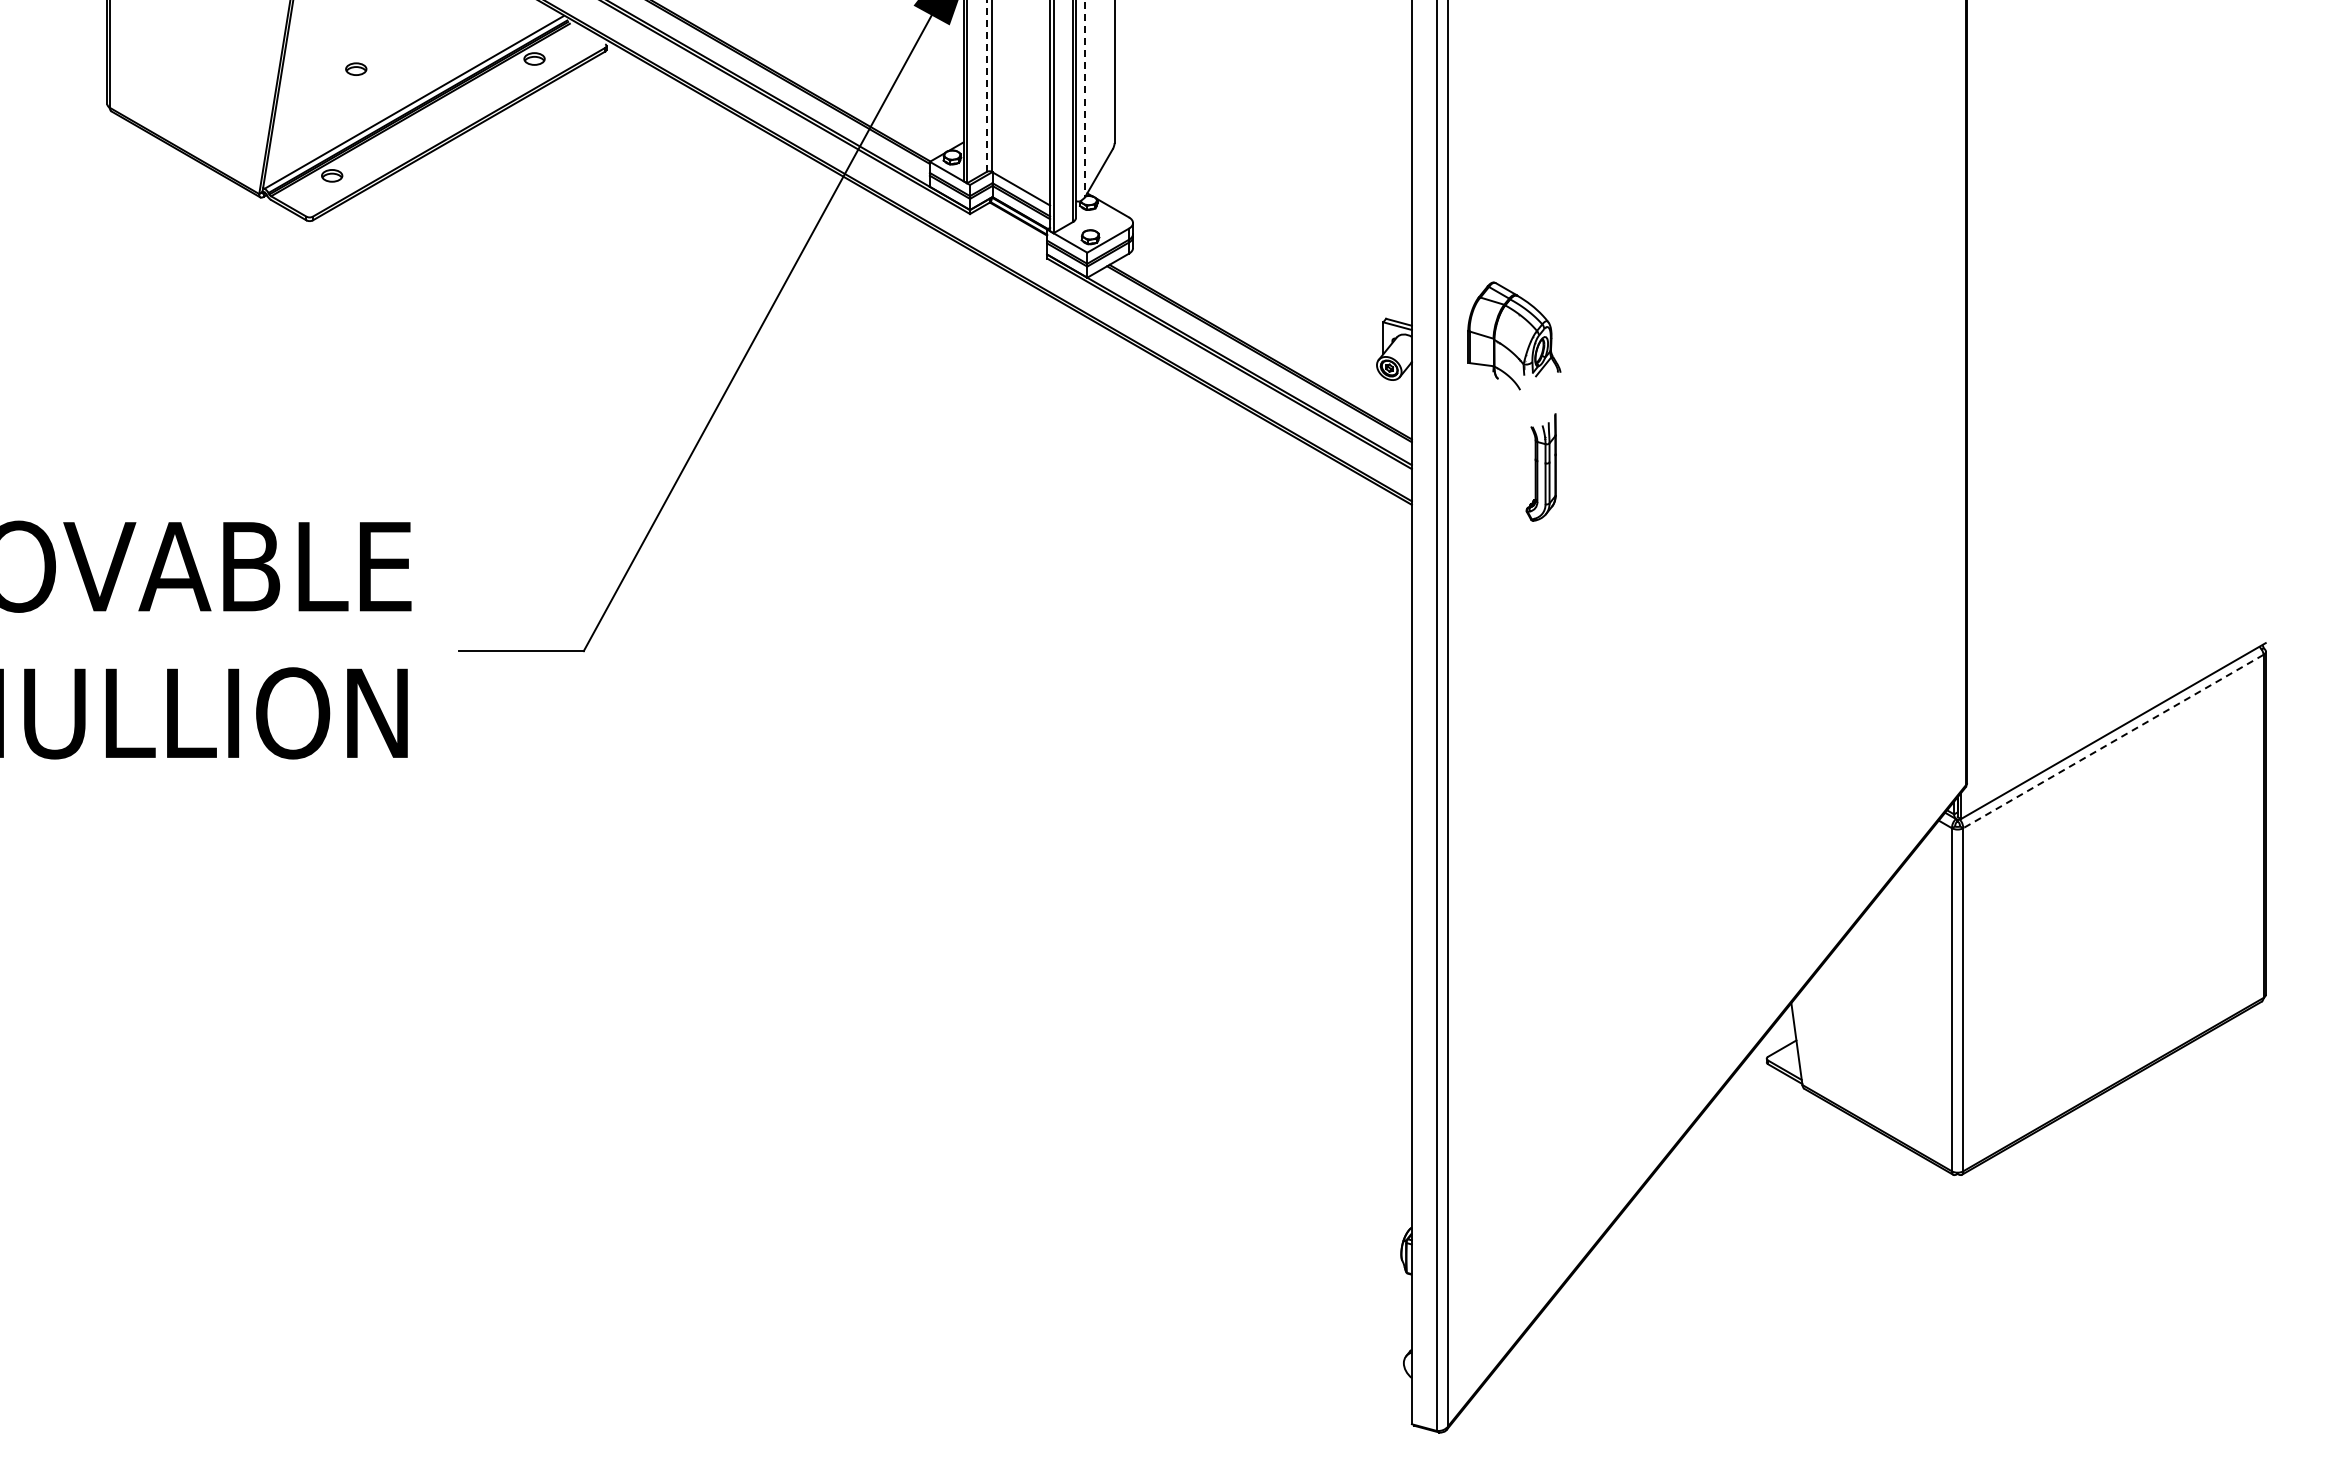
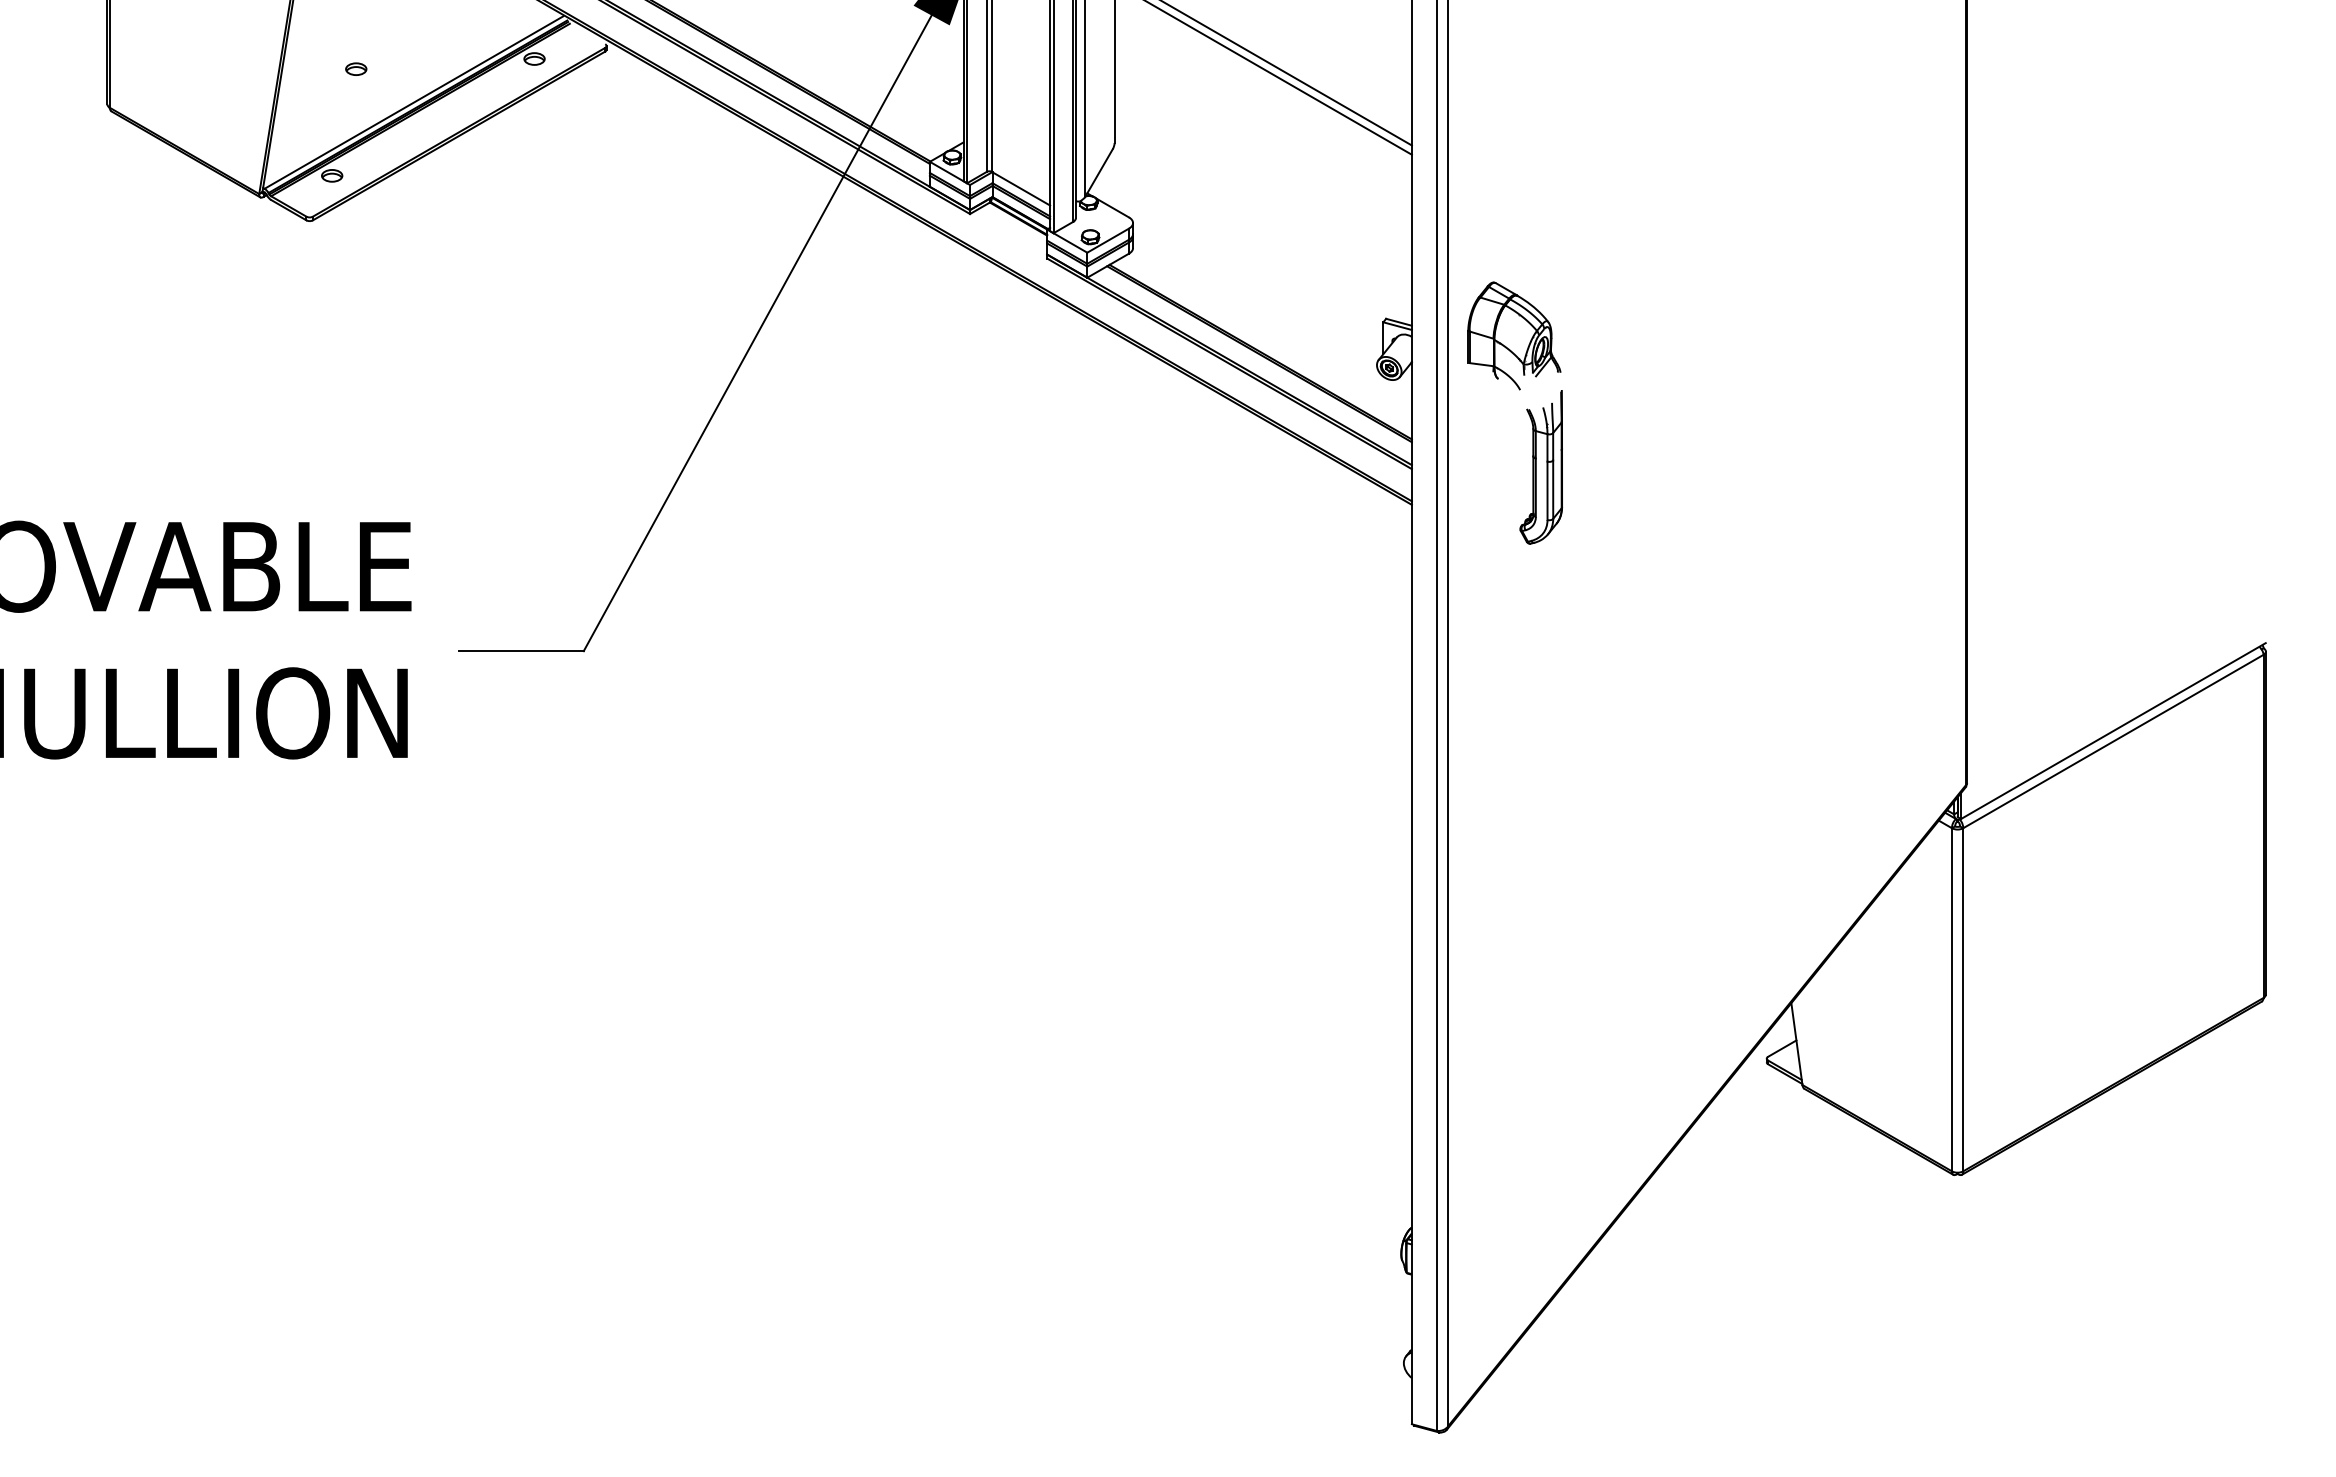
line at (1287, 73): none -> present
line at (1279, 78): none -> present
line at (986, 85): dashed -> solid
line at (1085, 99): dashed -> solid
part at (1540, 467) size: 32x109 px -> 44x155 px
line at (2112, 741): dashed -> solid
